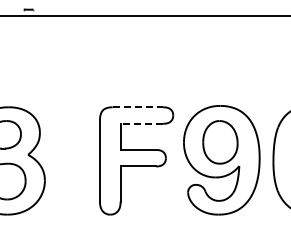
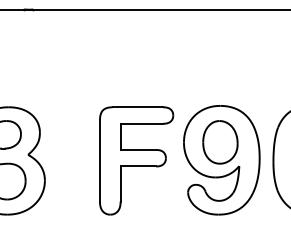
line at (144, 15) position: (144, 15) -> (144, 9)
line at (138, 107): dashed -> solid
line at (141, 123): dashed -> solid
